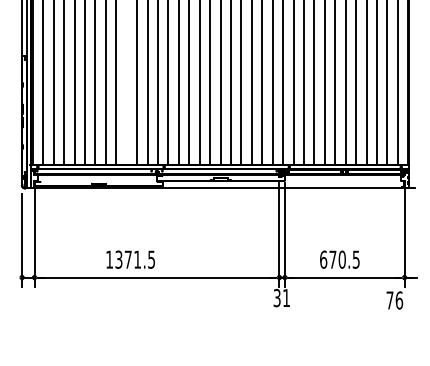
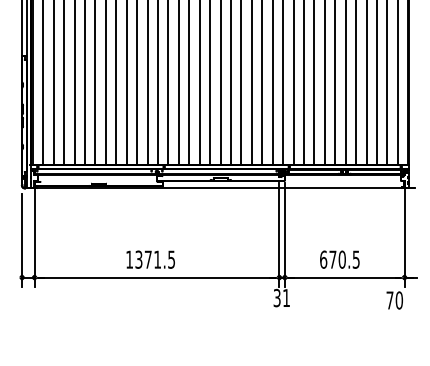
line at (126, 83): none -> present
text at (130, 259) position: (130, 259) -> (150, 259)
text at (399, 300): 76 -> 70
